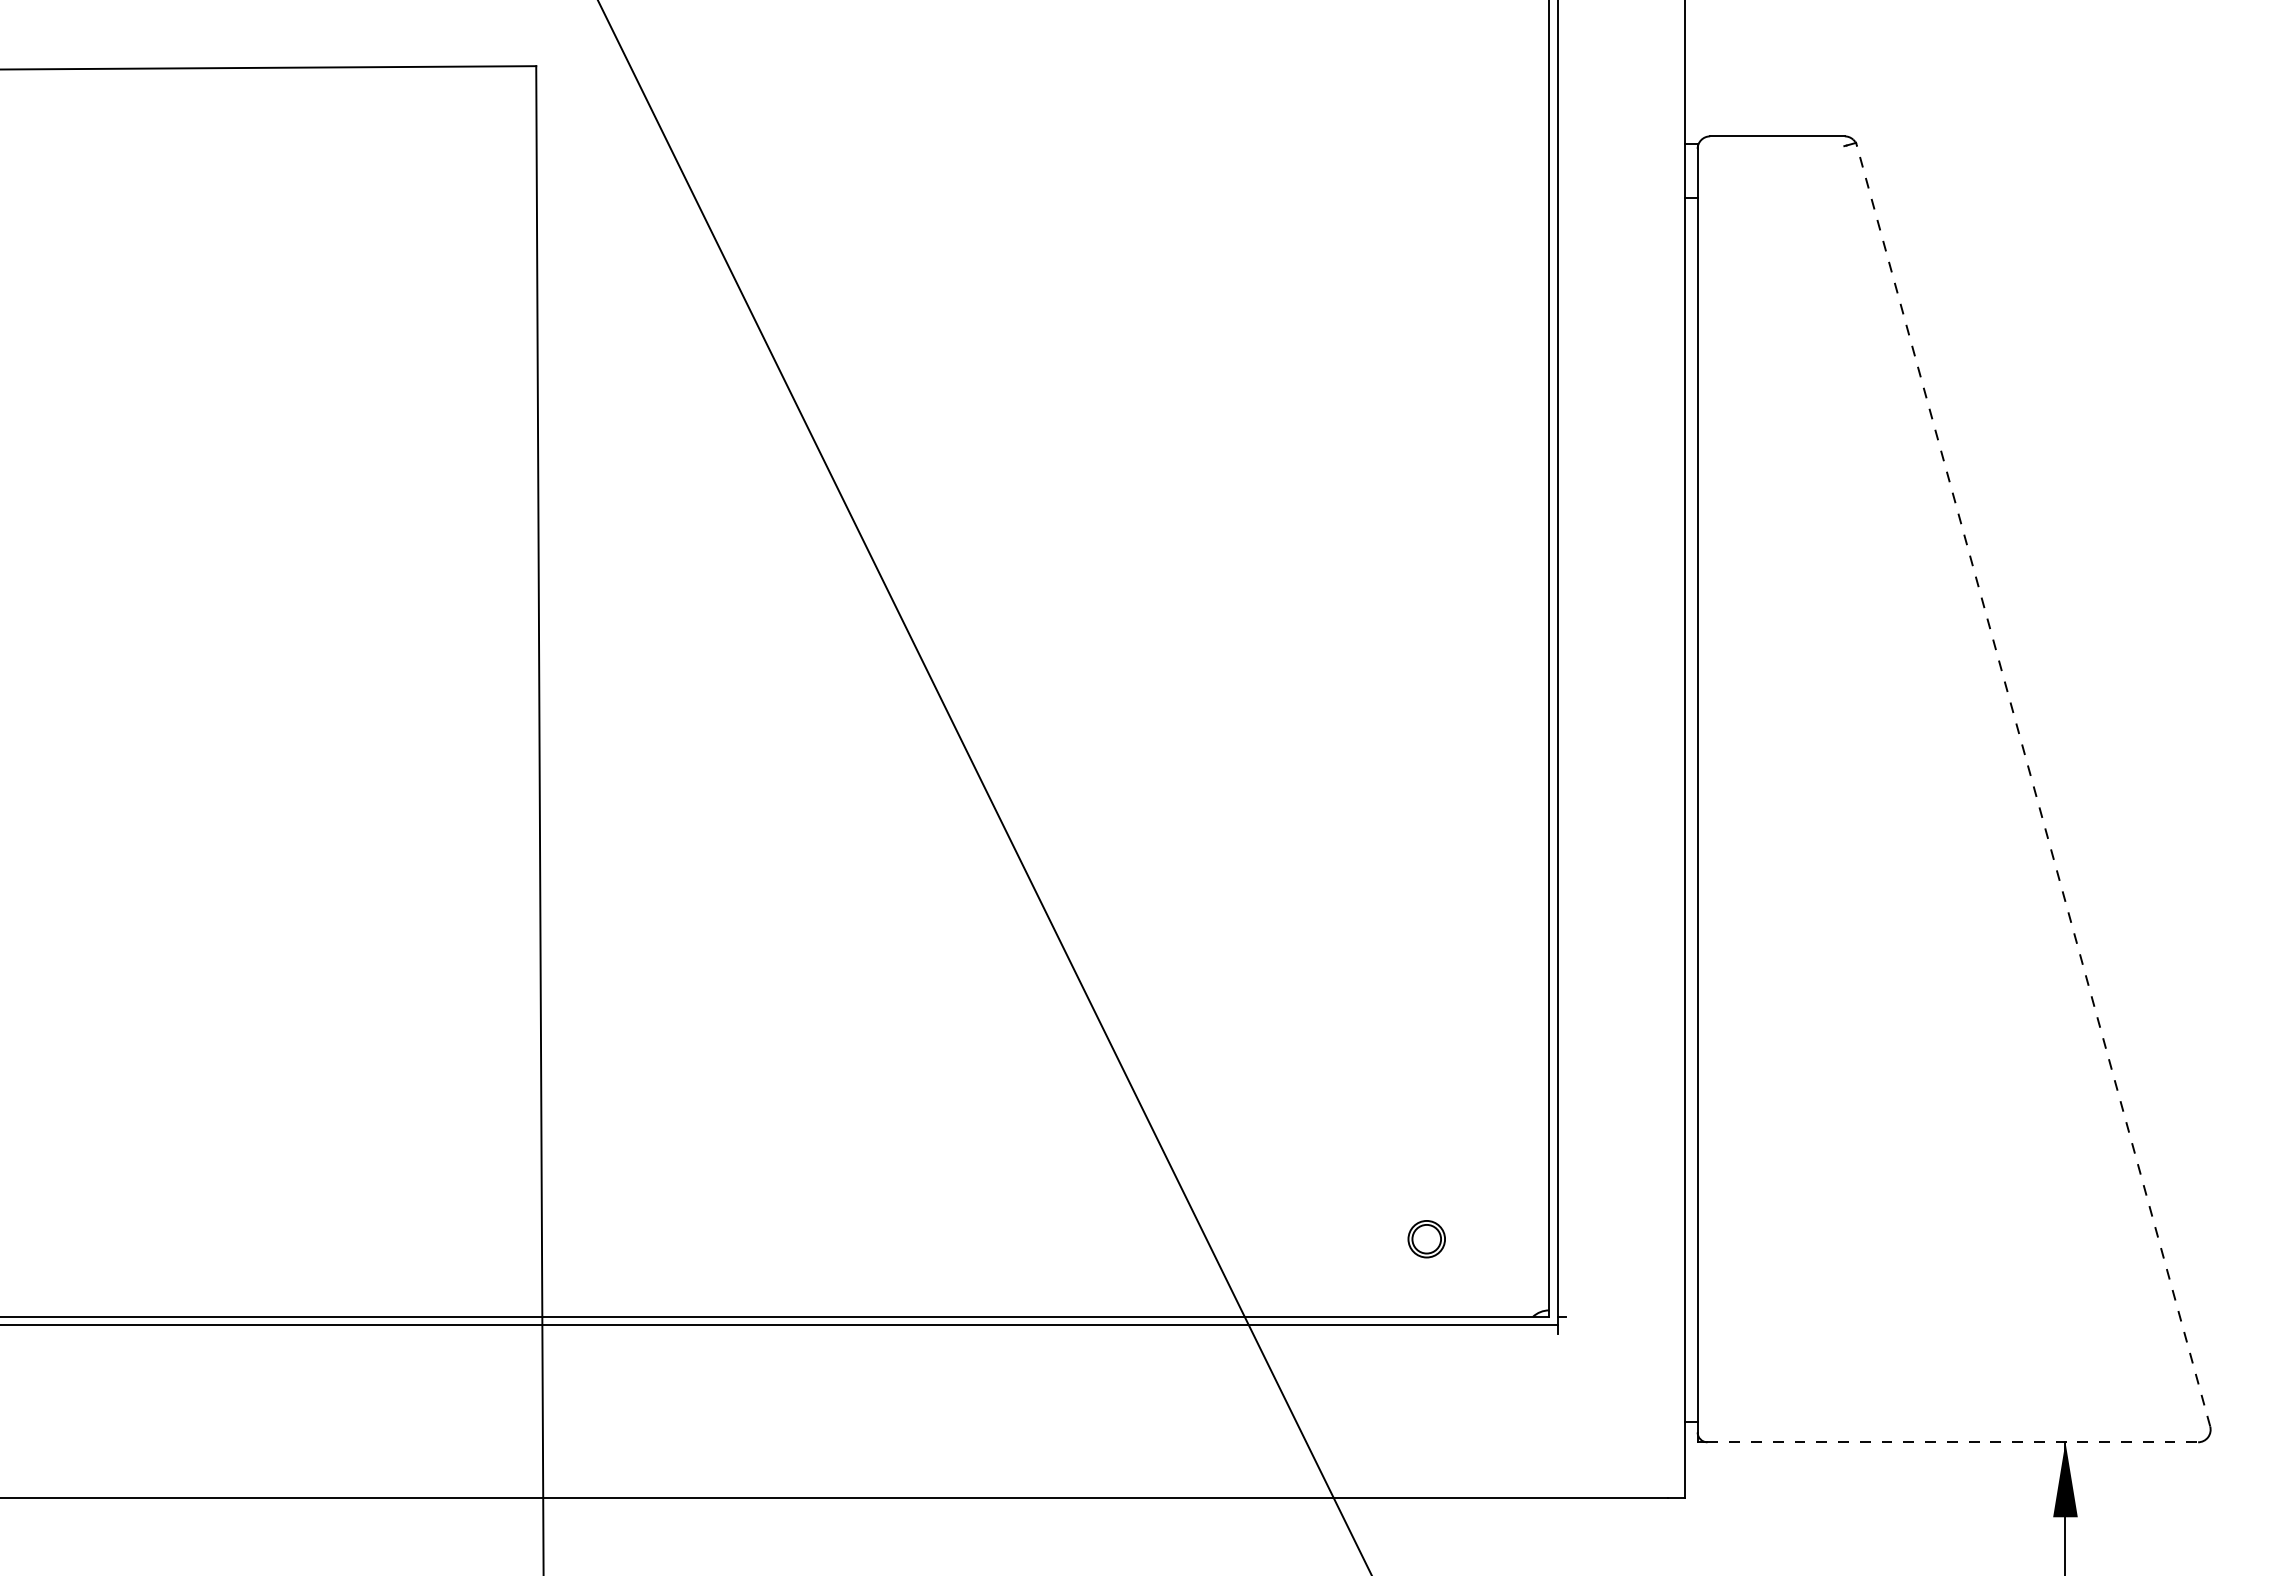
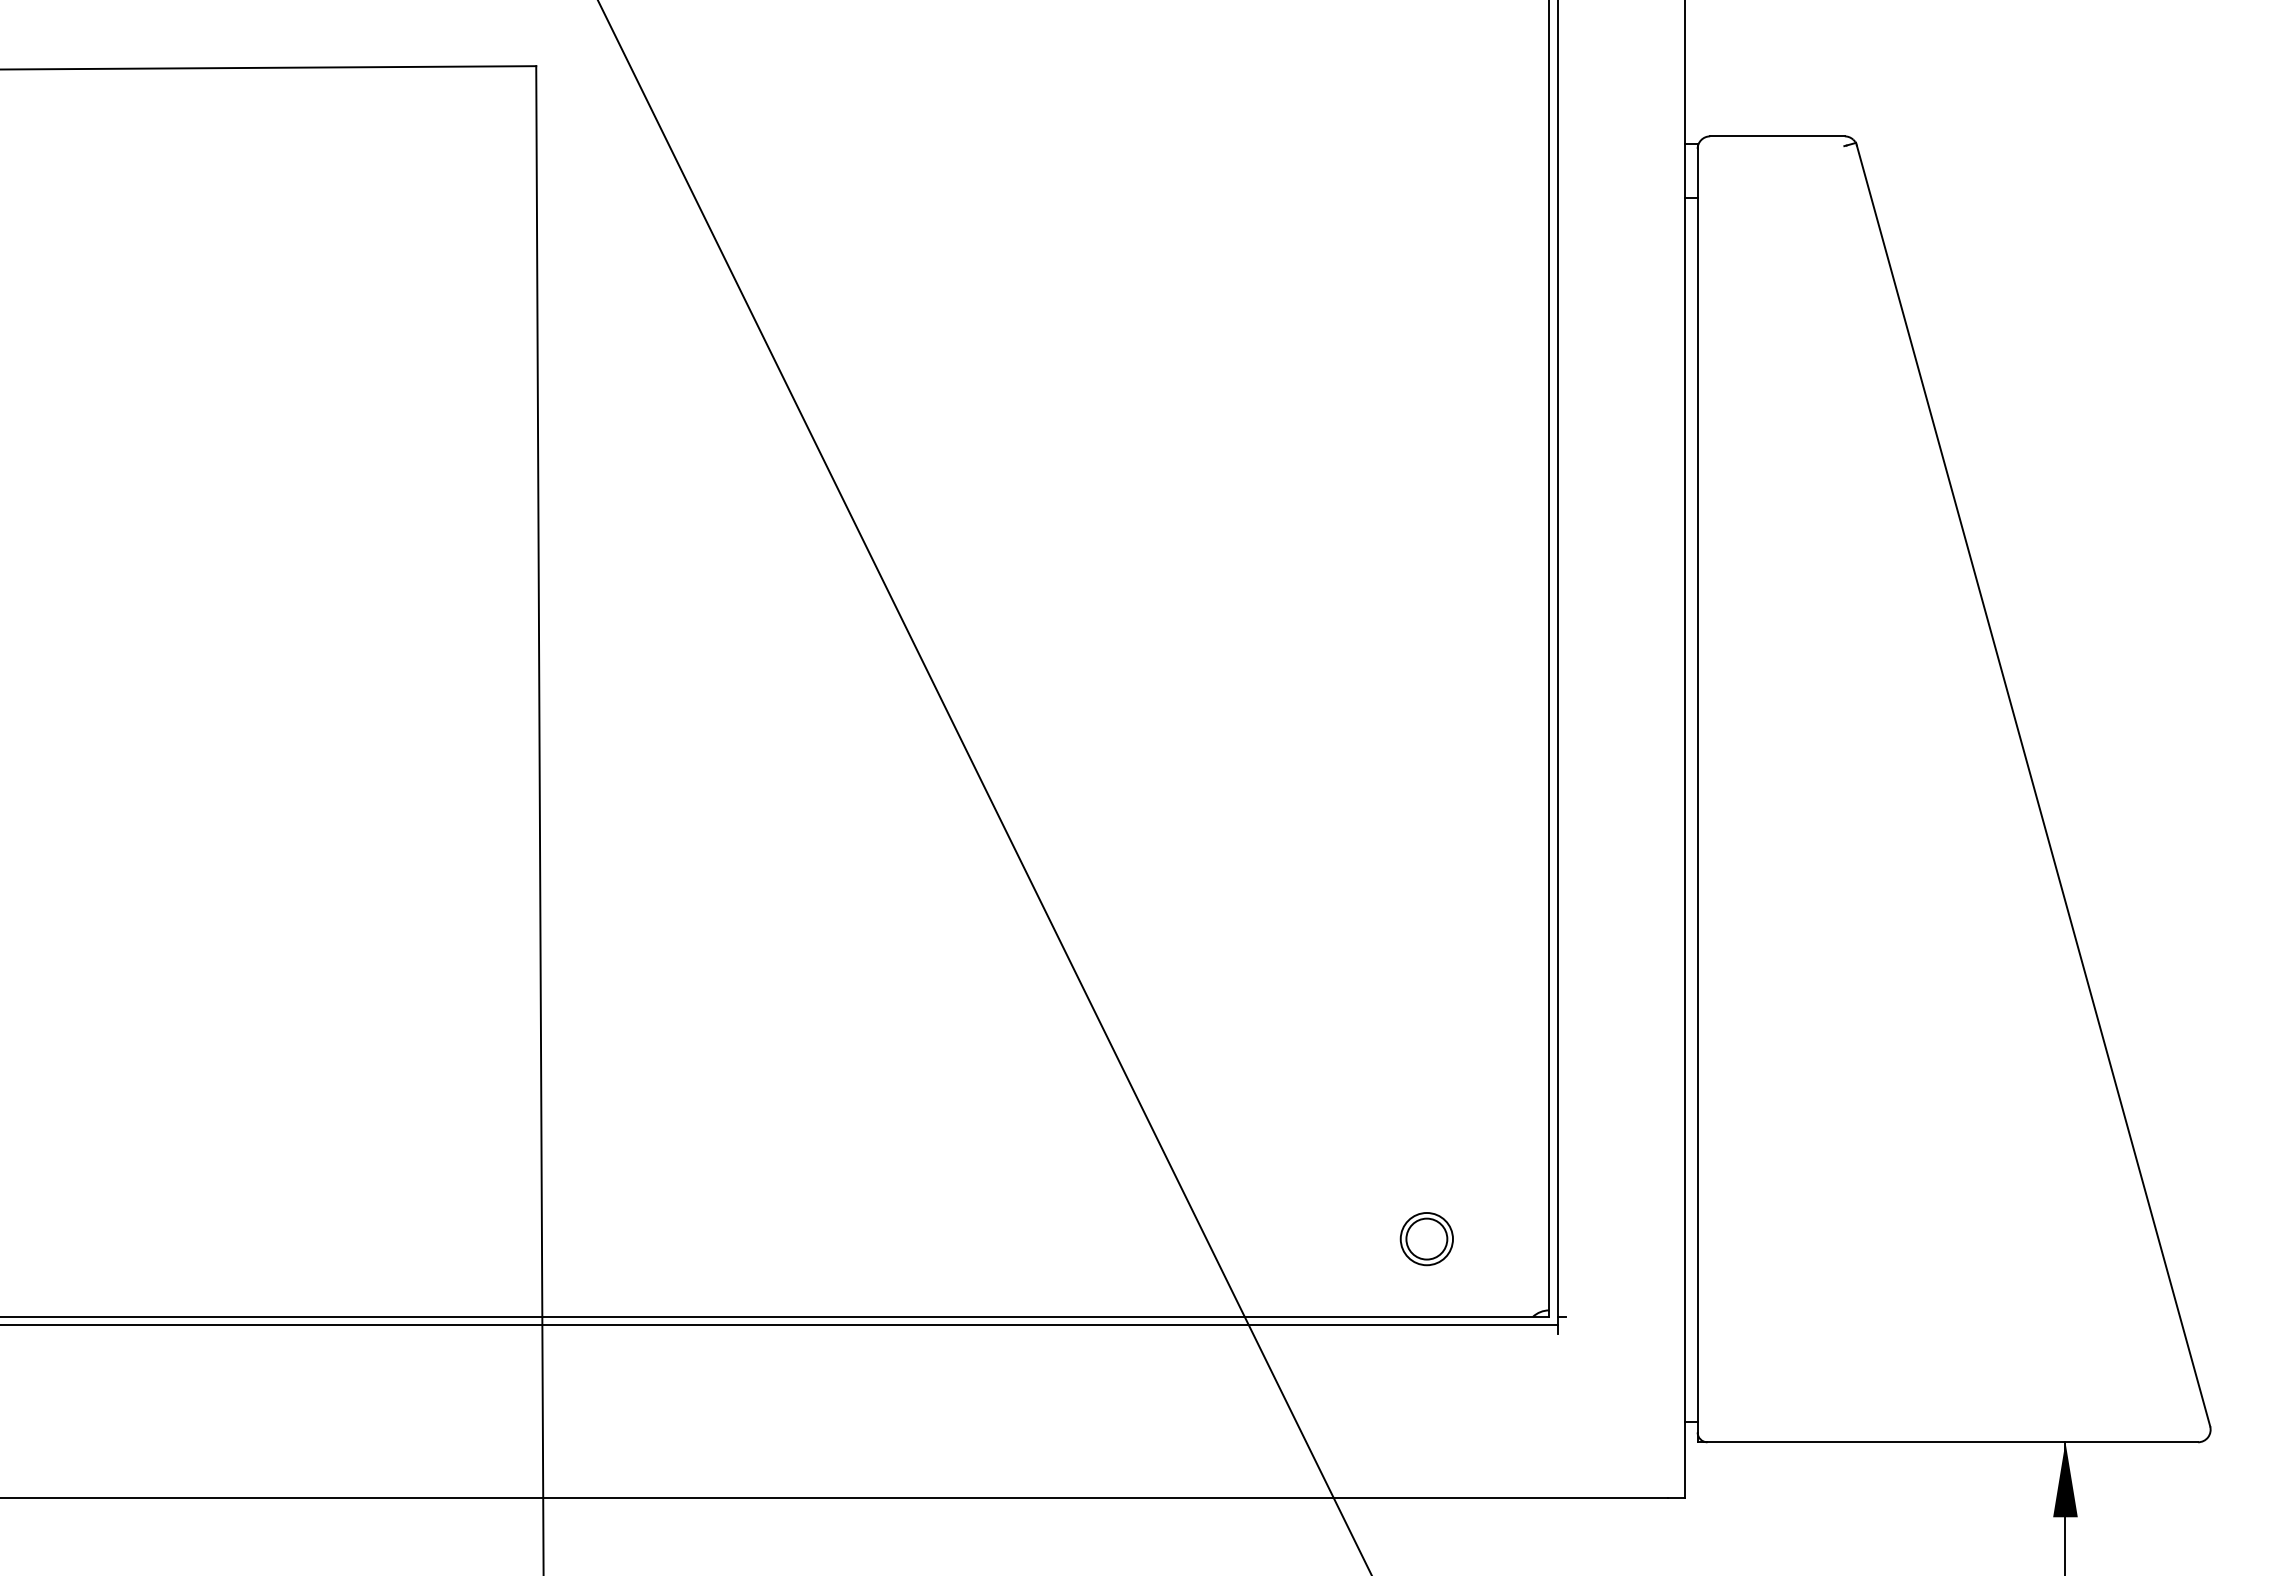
line at (2033, 785): dashed -> solid
part at (1426, 1239) size: 39x39 px -> 55x55 px
line at (1953, 1442): dashed -> solid
